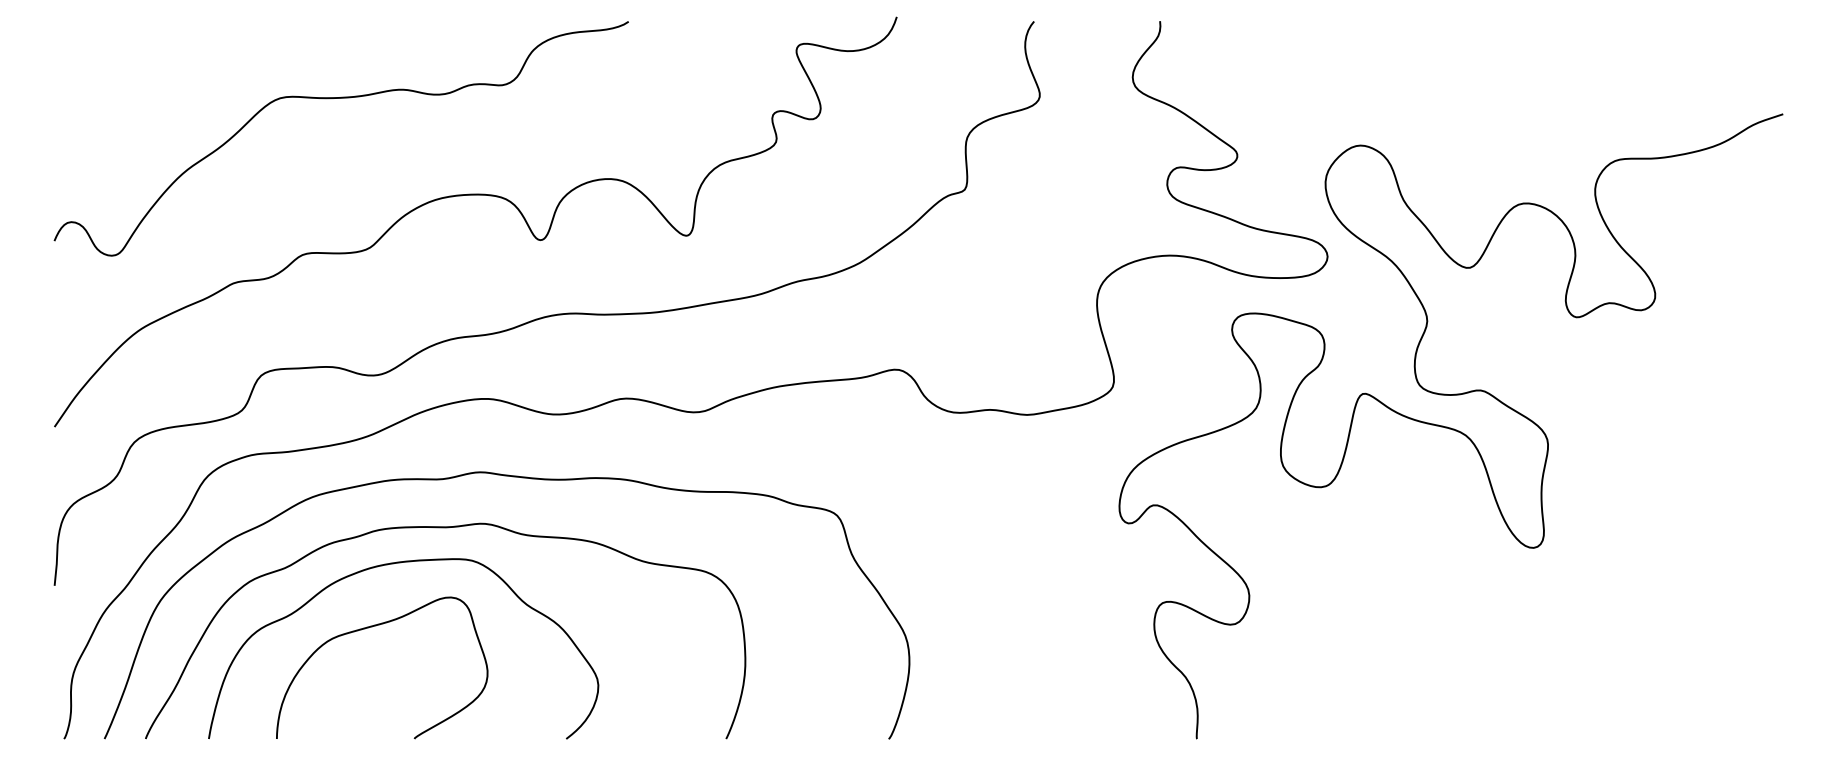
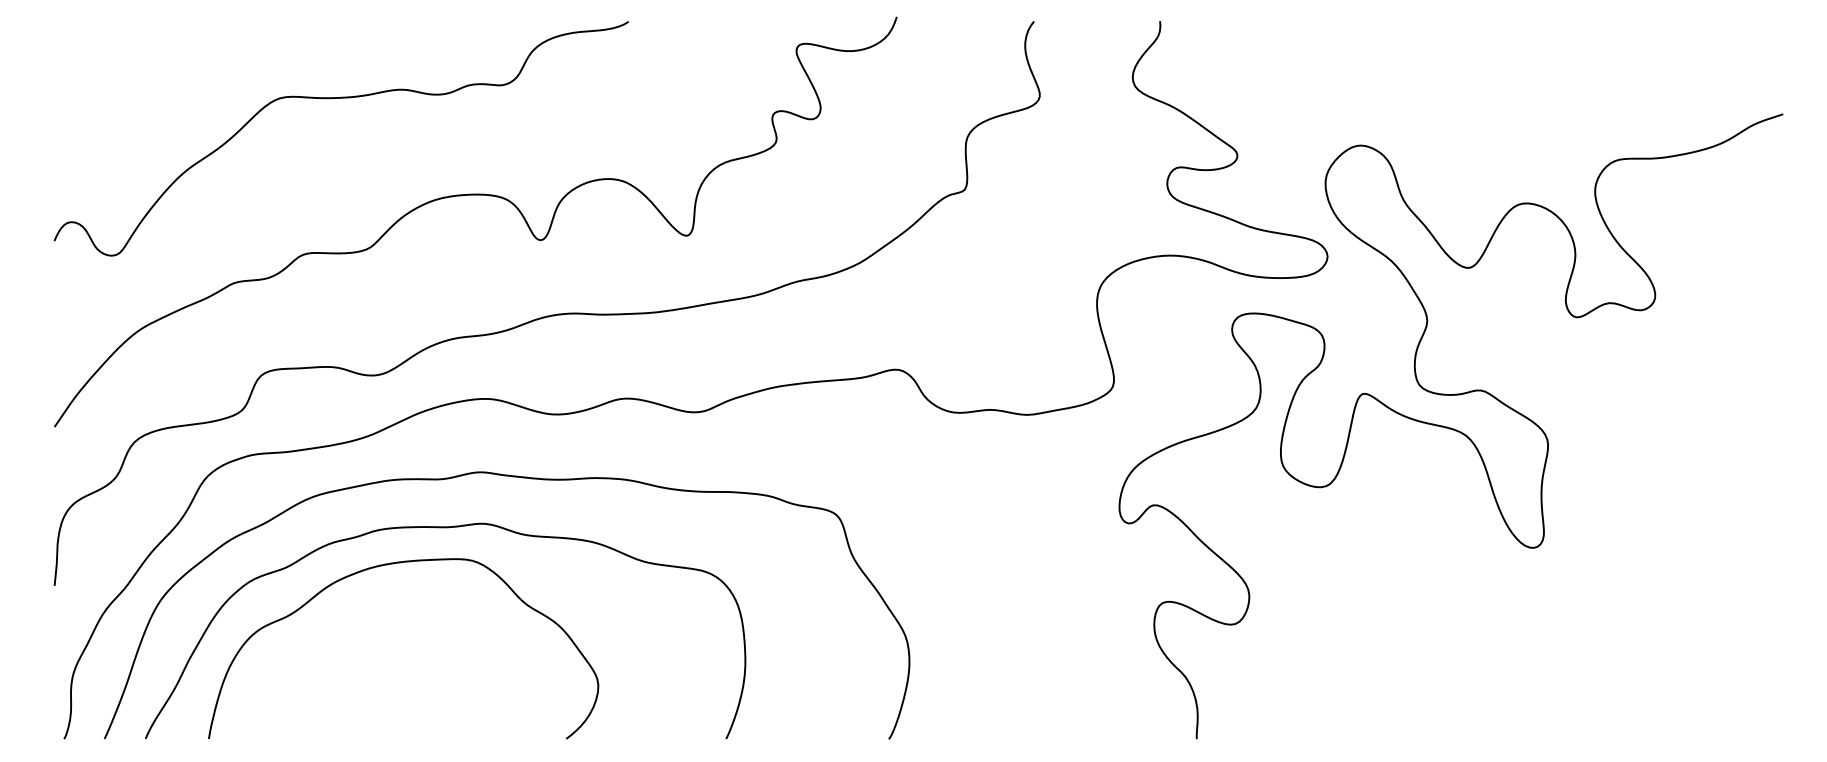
curve at (372, 627): present -> none
